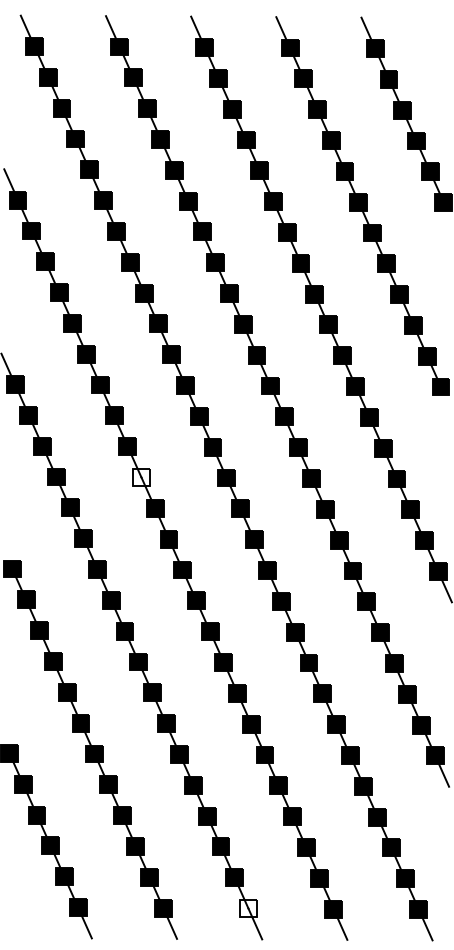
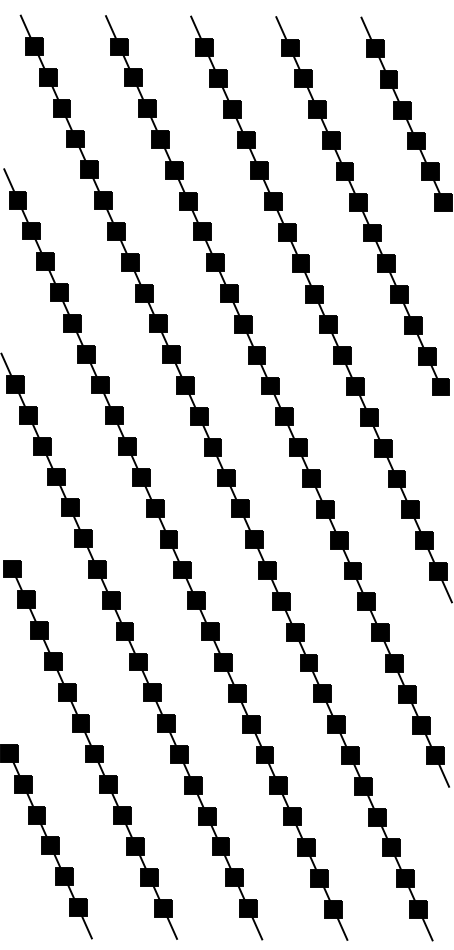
fill at (141, 477): none -> present
fill at (248, 908): none -> present
